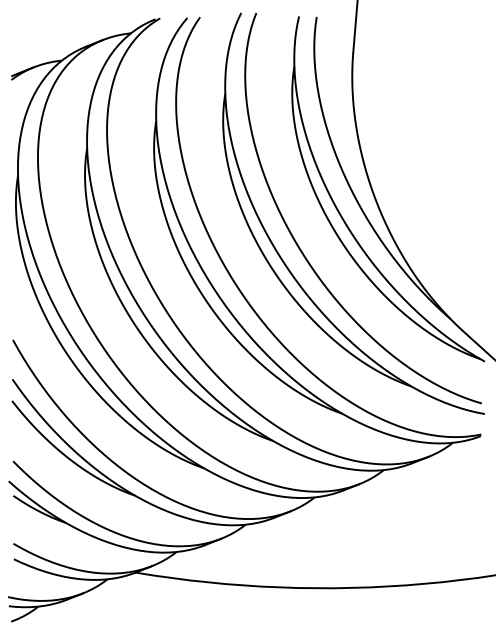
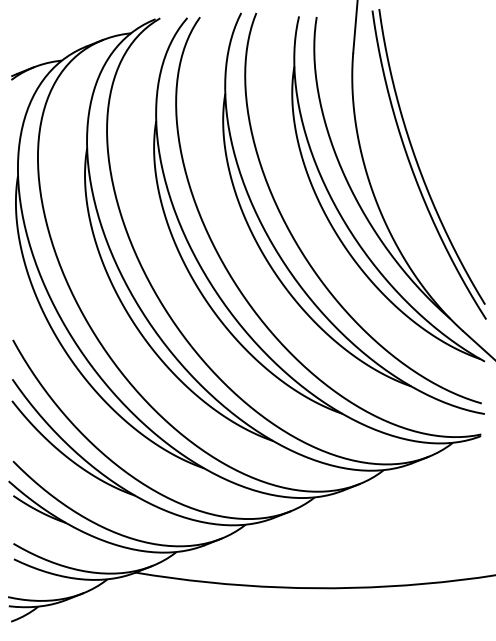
part at (420, 168): none -> present
